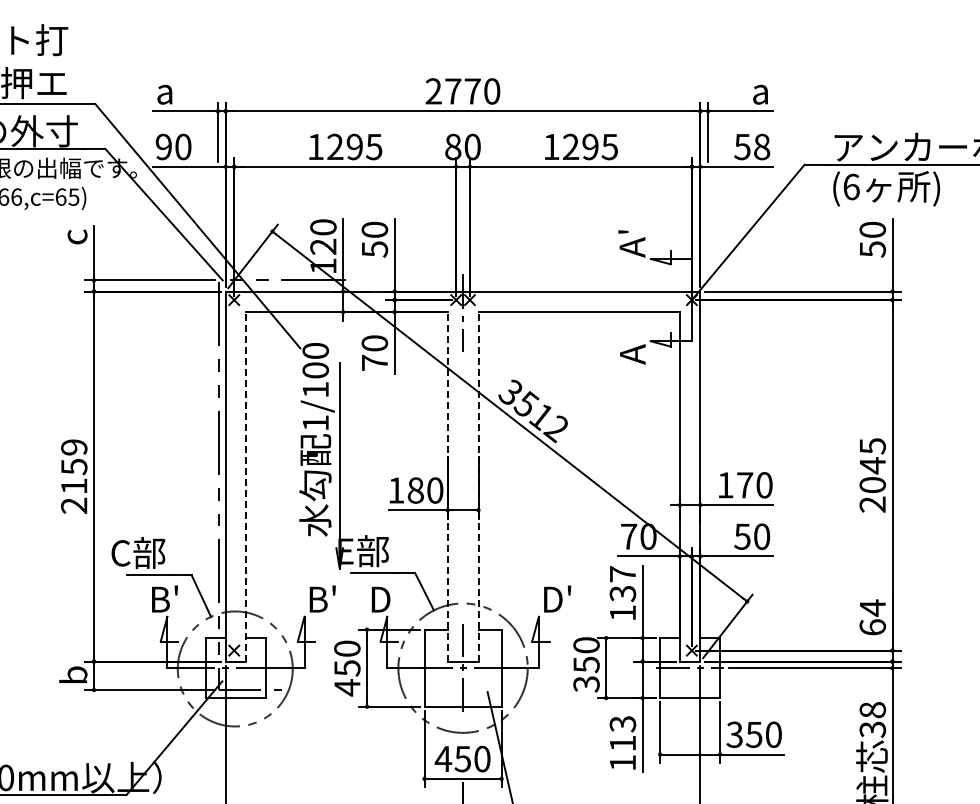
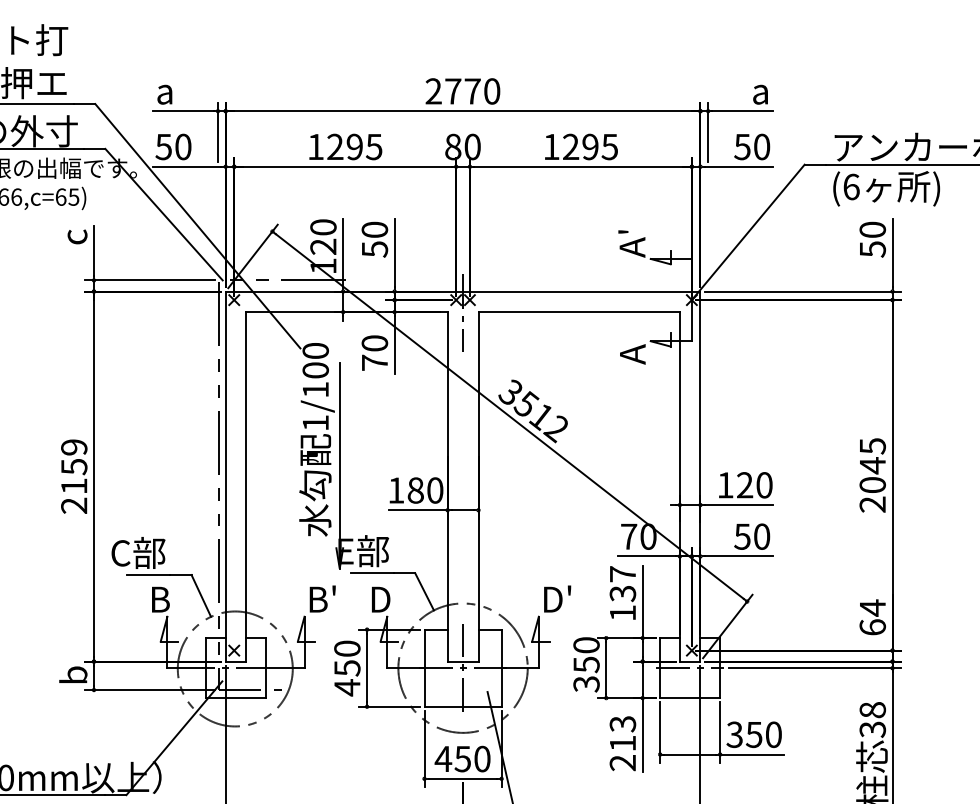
text at (163, 146): 90 -> 50
text at (762, 147): 58 -> 50
text at (745, 485): 170 -> 120
line at (246, 486): dashed -> solid
line at (447, 486): dashed -> solid
line at (478, 486): dashed -> solid
text at (175, 590): B' -> B
text at (622, 763): 113 -> 213
